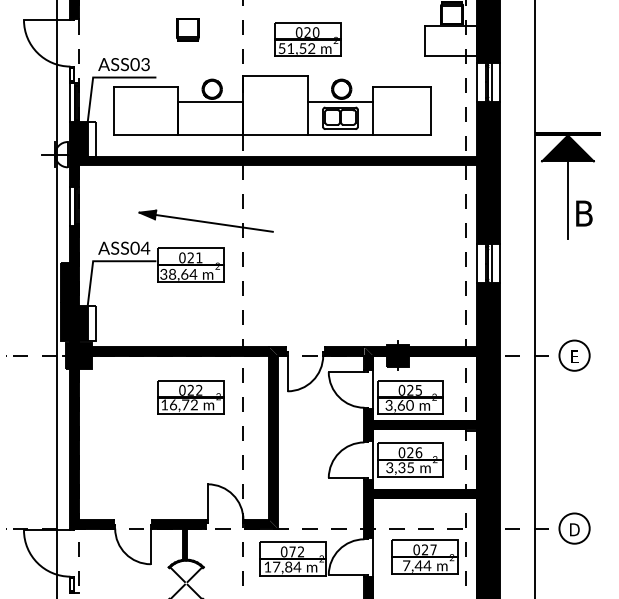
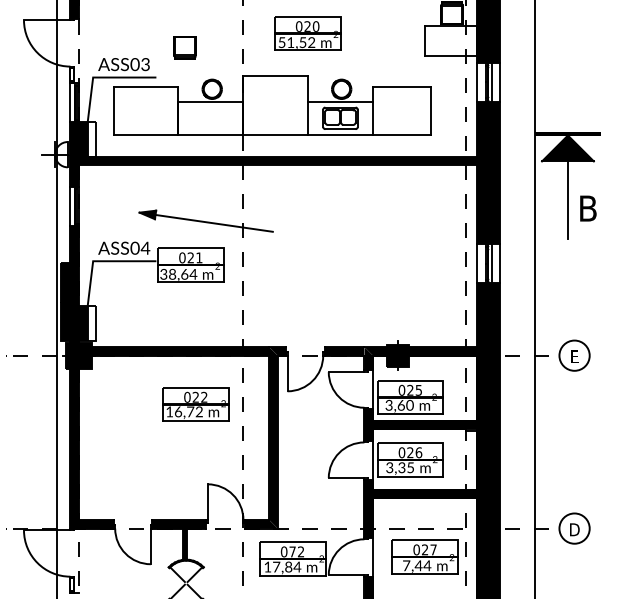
part at (187, 29) position: (187, 29) -> (184, 47)
part at (307, 39) position: (307, 39) -> (307, 33)
text at (584, 213) position: (584, 213) -> (588, 208)
part at (190, 397) position: (190, 397) -> (195, 404)
